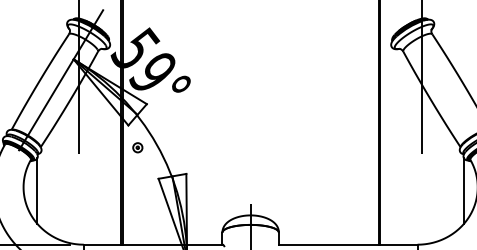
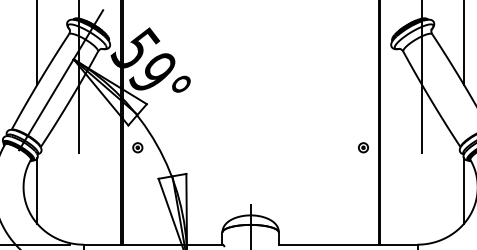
line at (37, 43): none -> present
line at (464, 43): none -> present
part at (363, 147): none -> present
